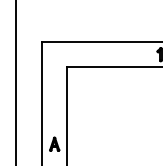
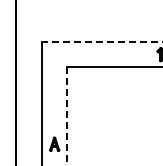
line at (101, 41): solid -> dashed
line at (67, 116): solid -> dashed
